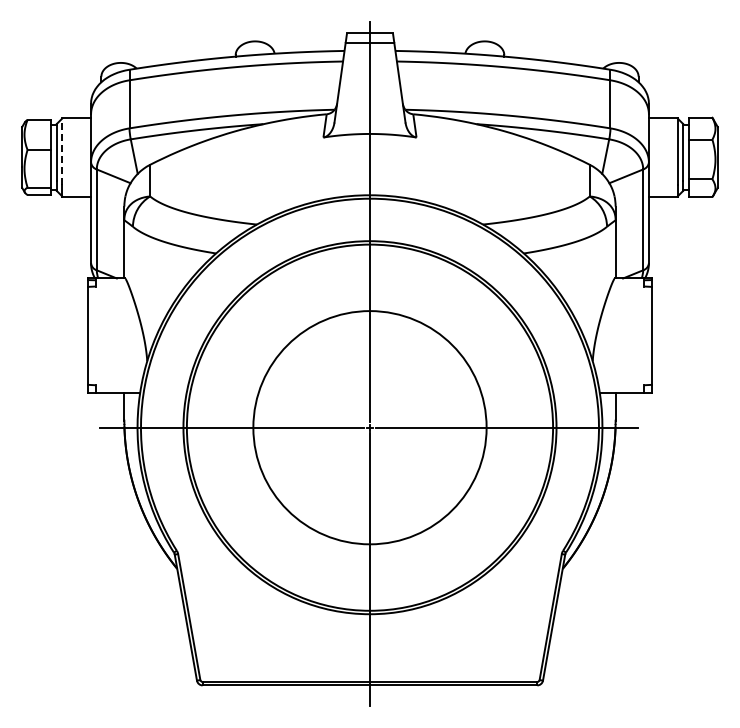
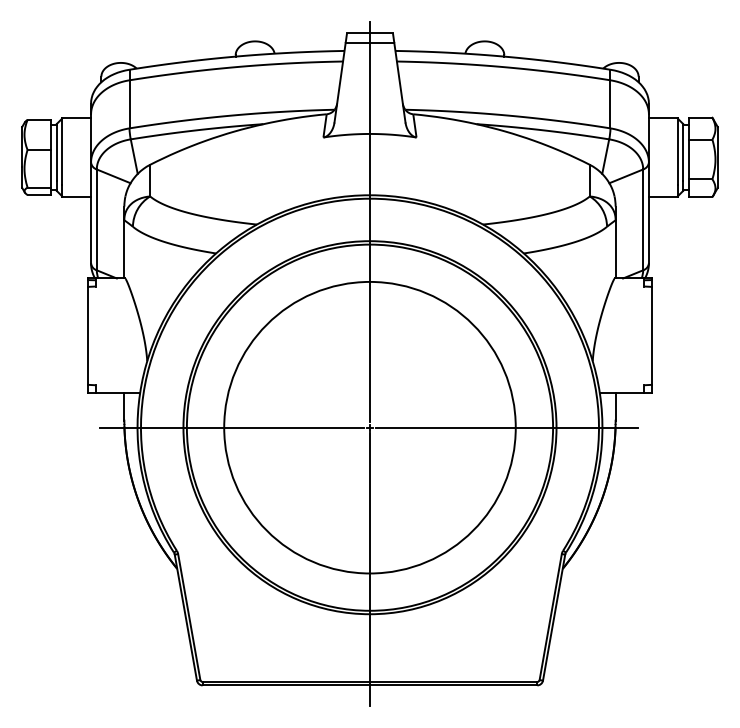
line at (62, 151): dashed -> solid
circle at (369, 427) diameter: 233 px -> 292 px
